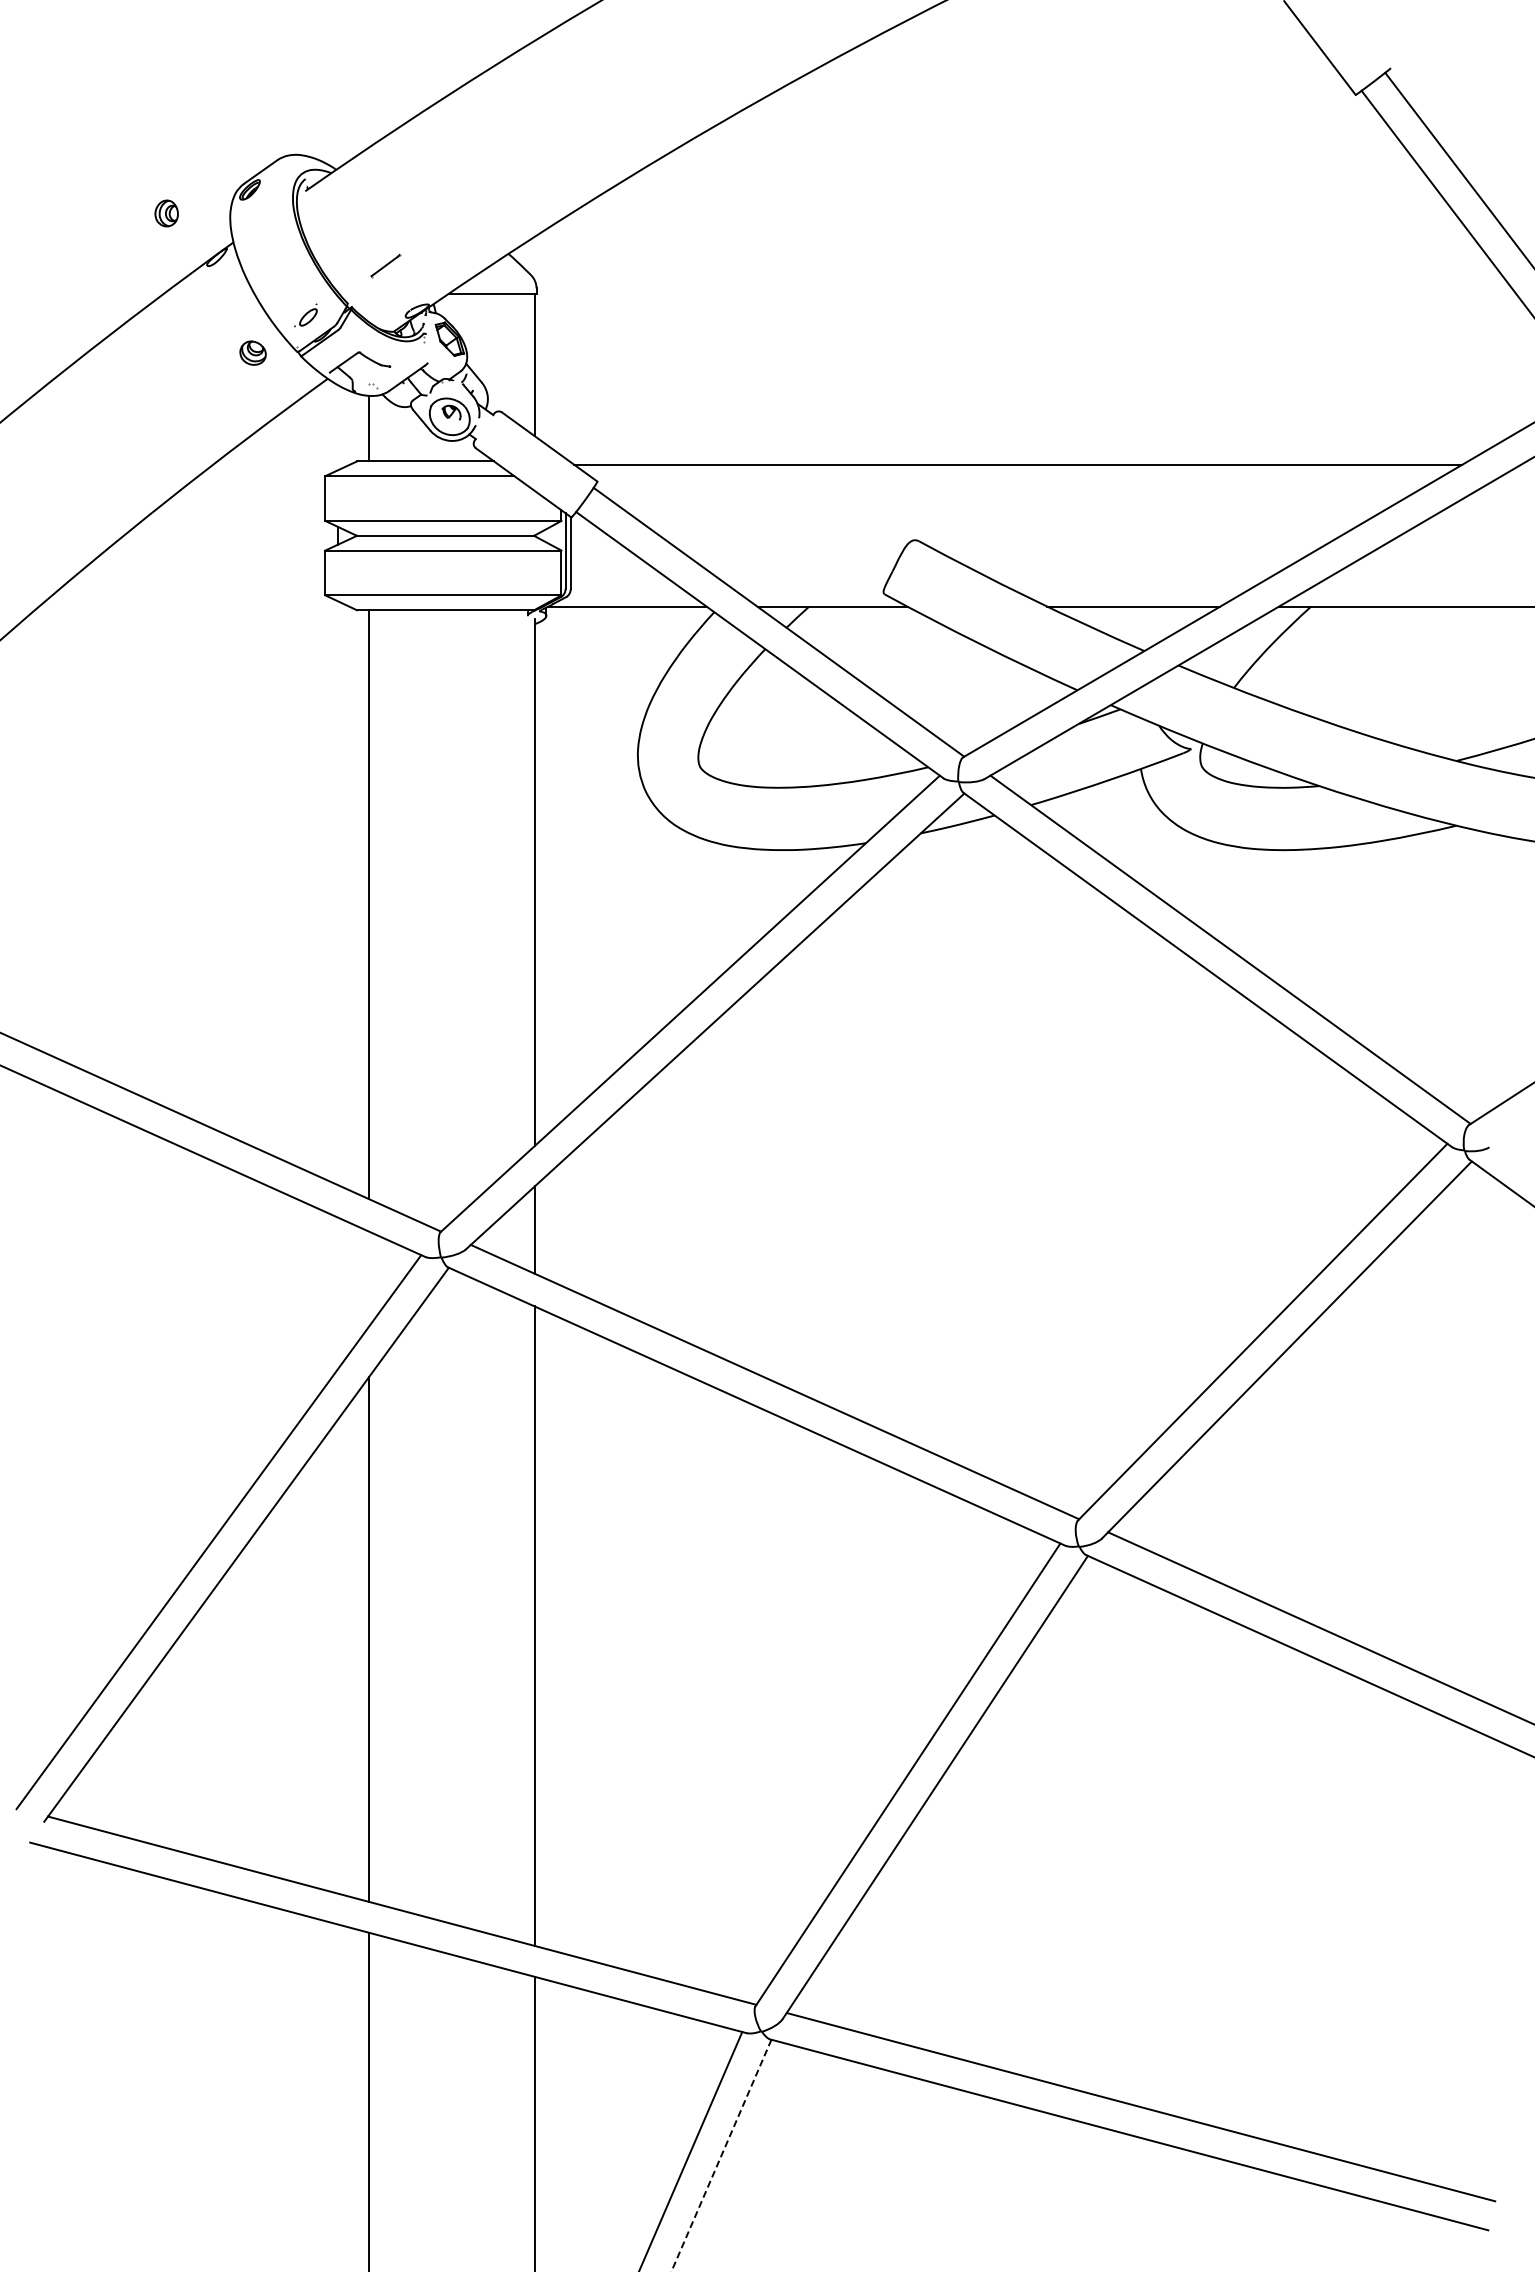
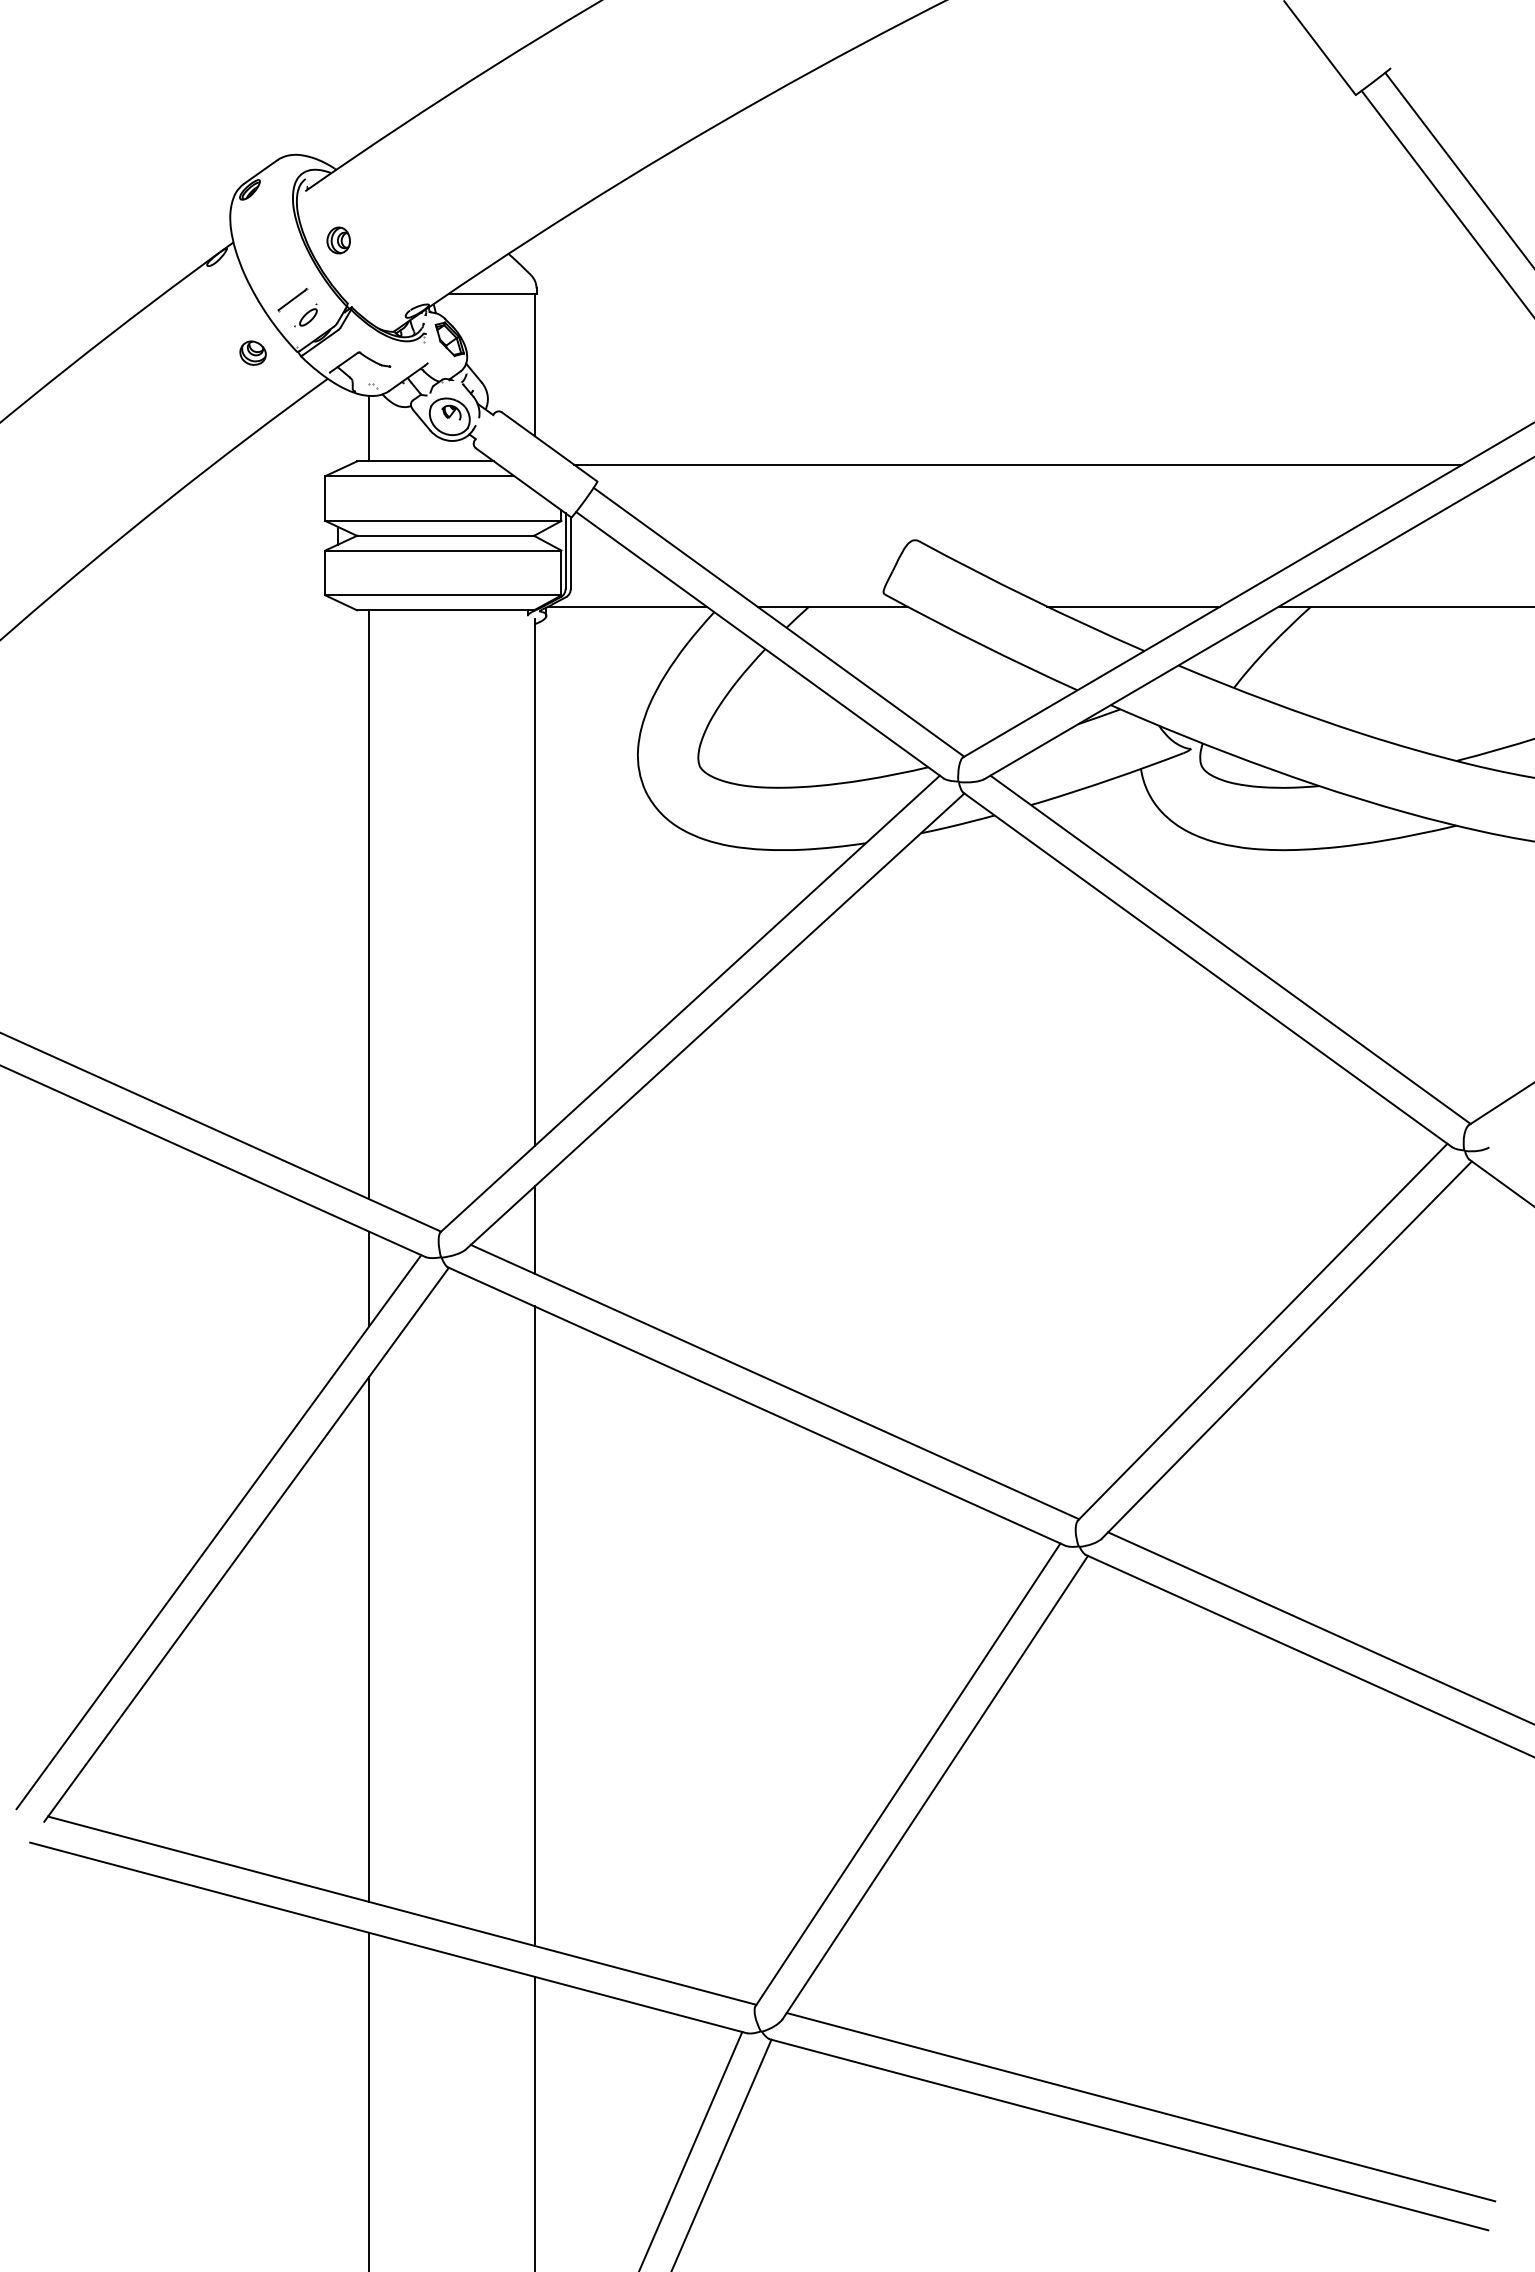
part at (166, 213) position: (166, 213) -> (338, 240)
line at (385, 266) position: (385, 266) -> (292, 300)
line at (369, 1278): none -> present
line at (721, 2156): dashed -> solid
